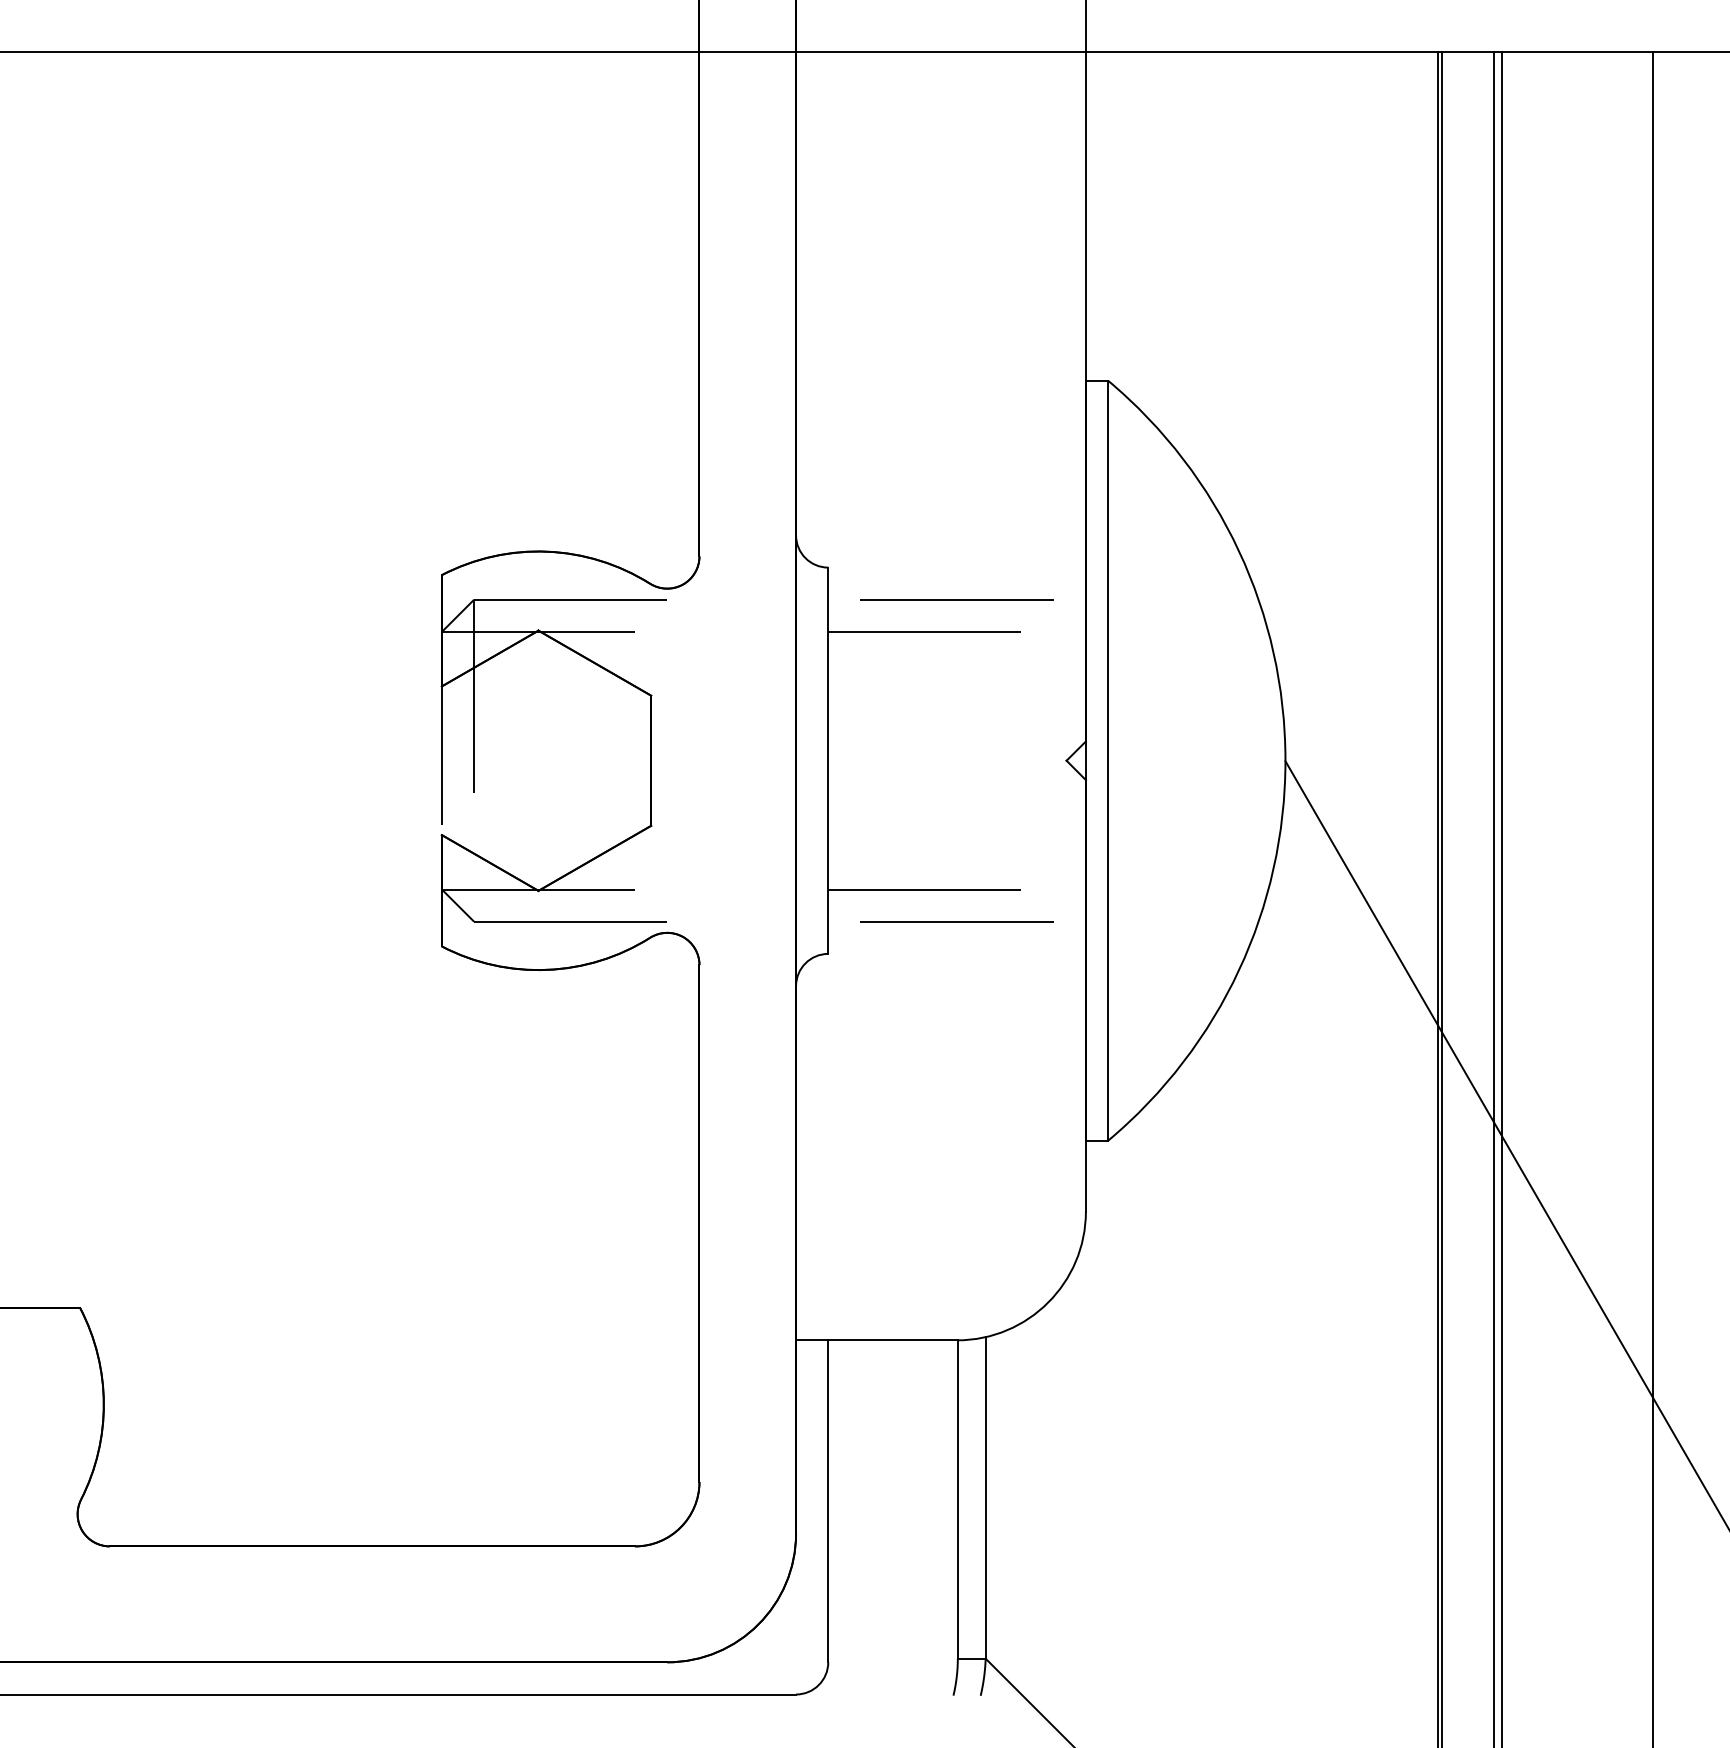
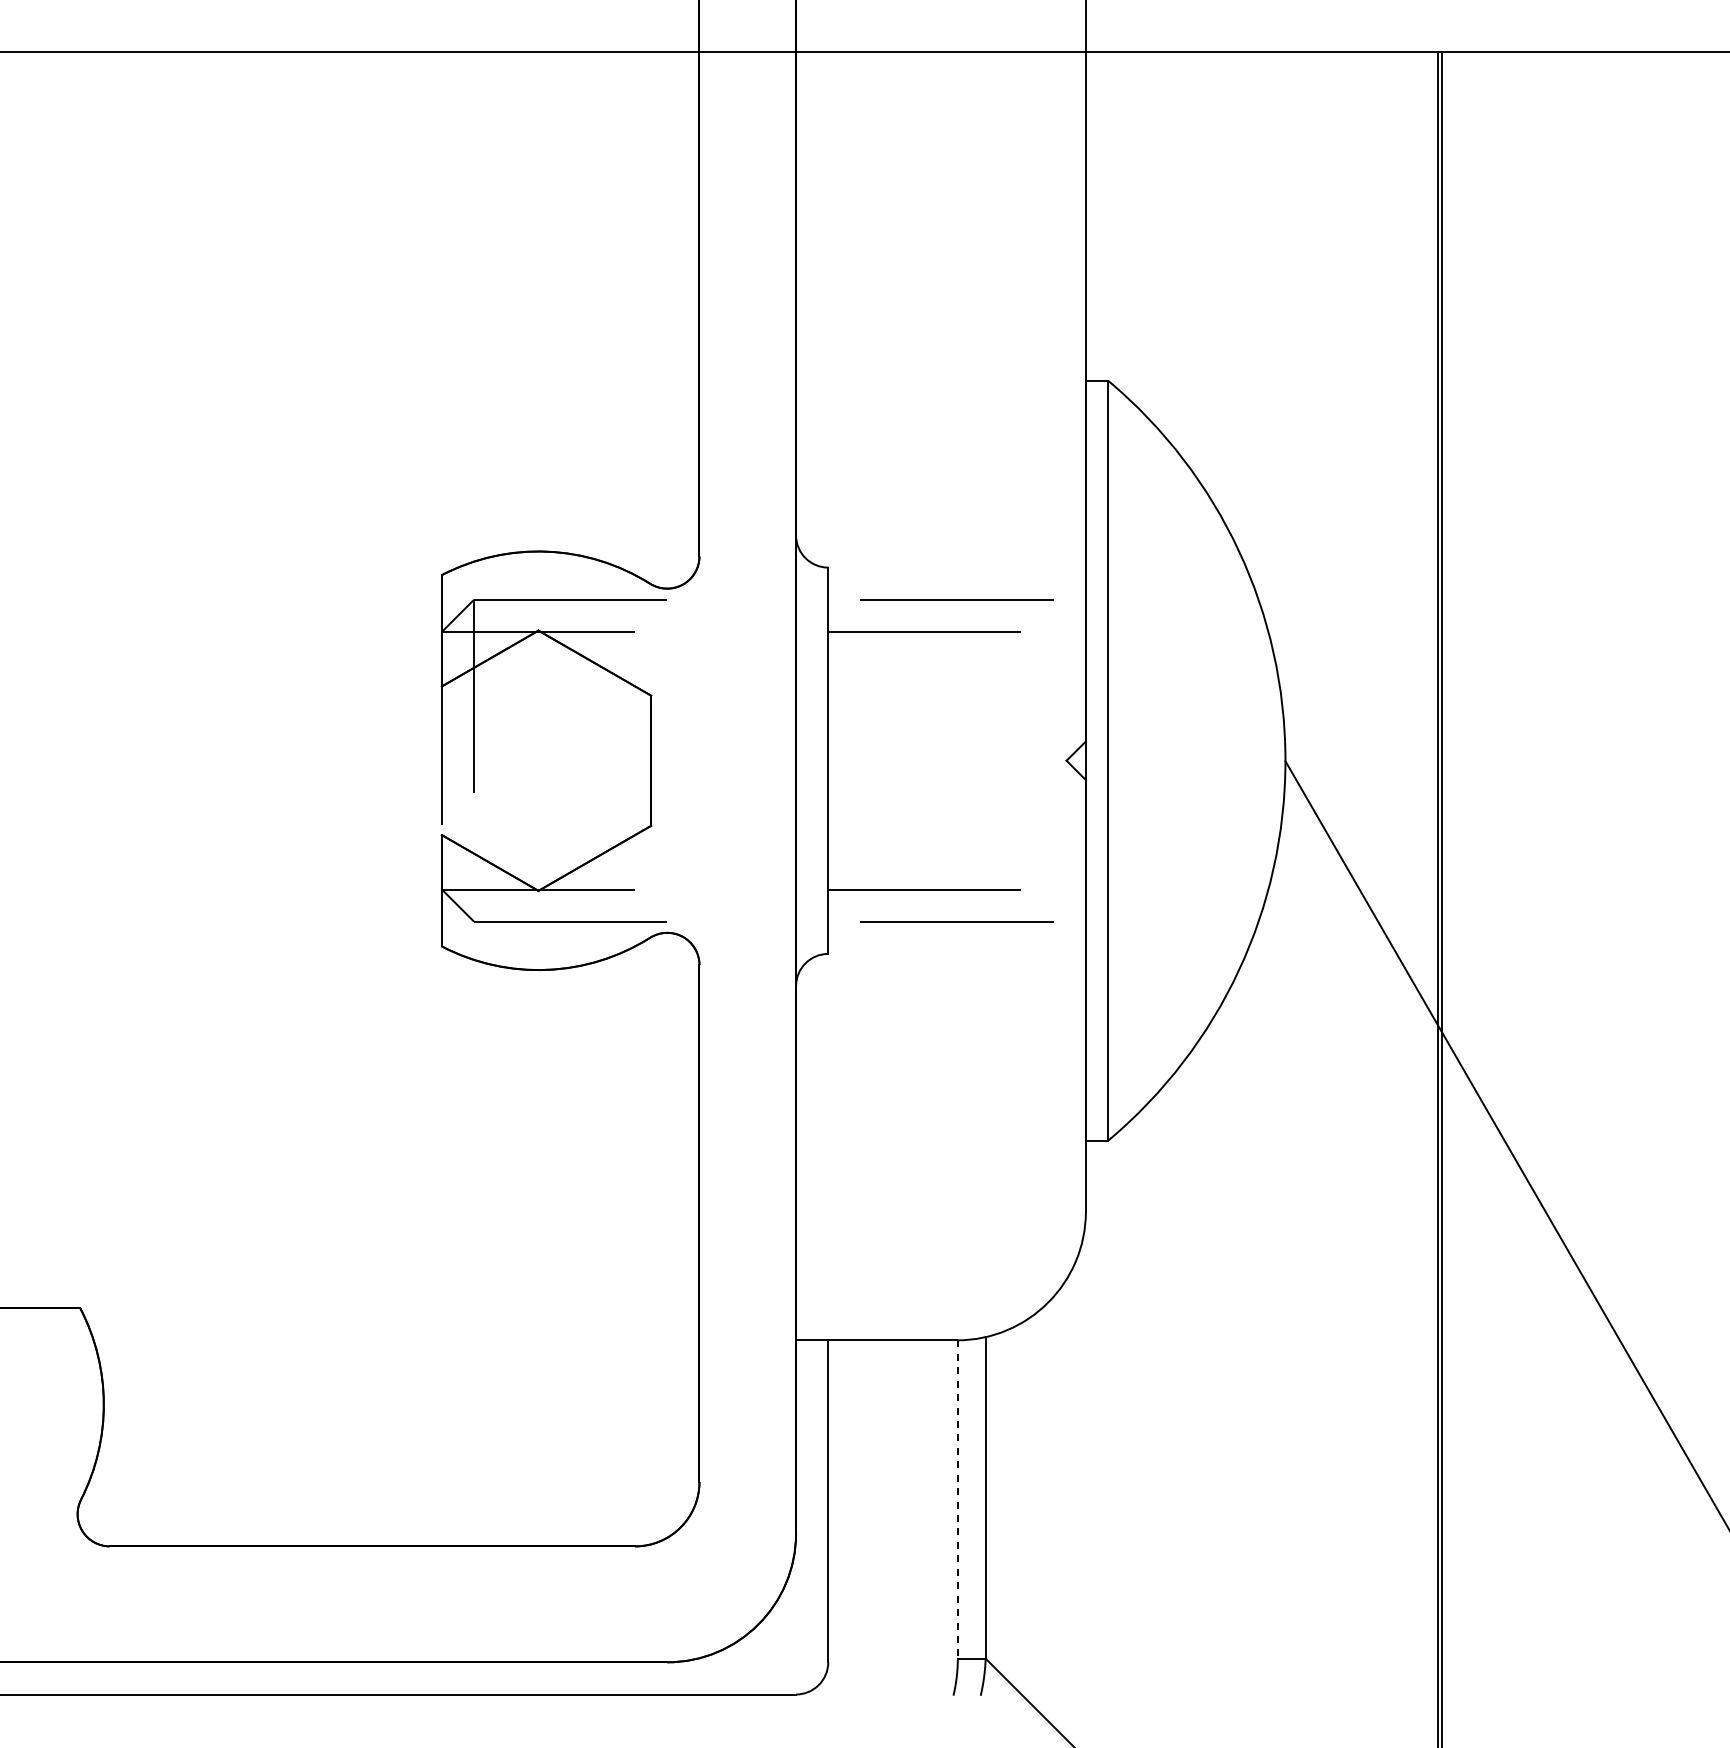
line at (1493, 898): present -> none
line at (1501, 898): present -> none
line at (1652, 898): present -> none
line at (957, 1500): solid -> dashed
